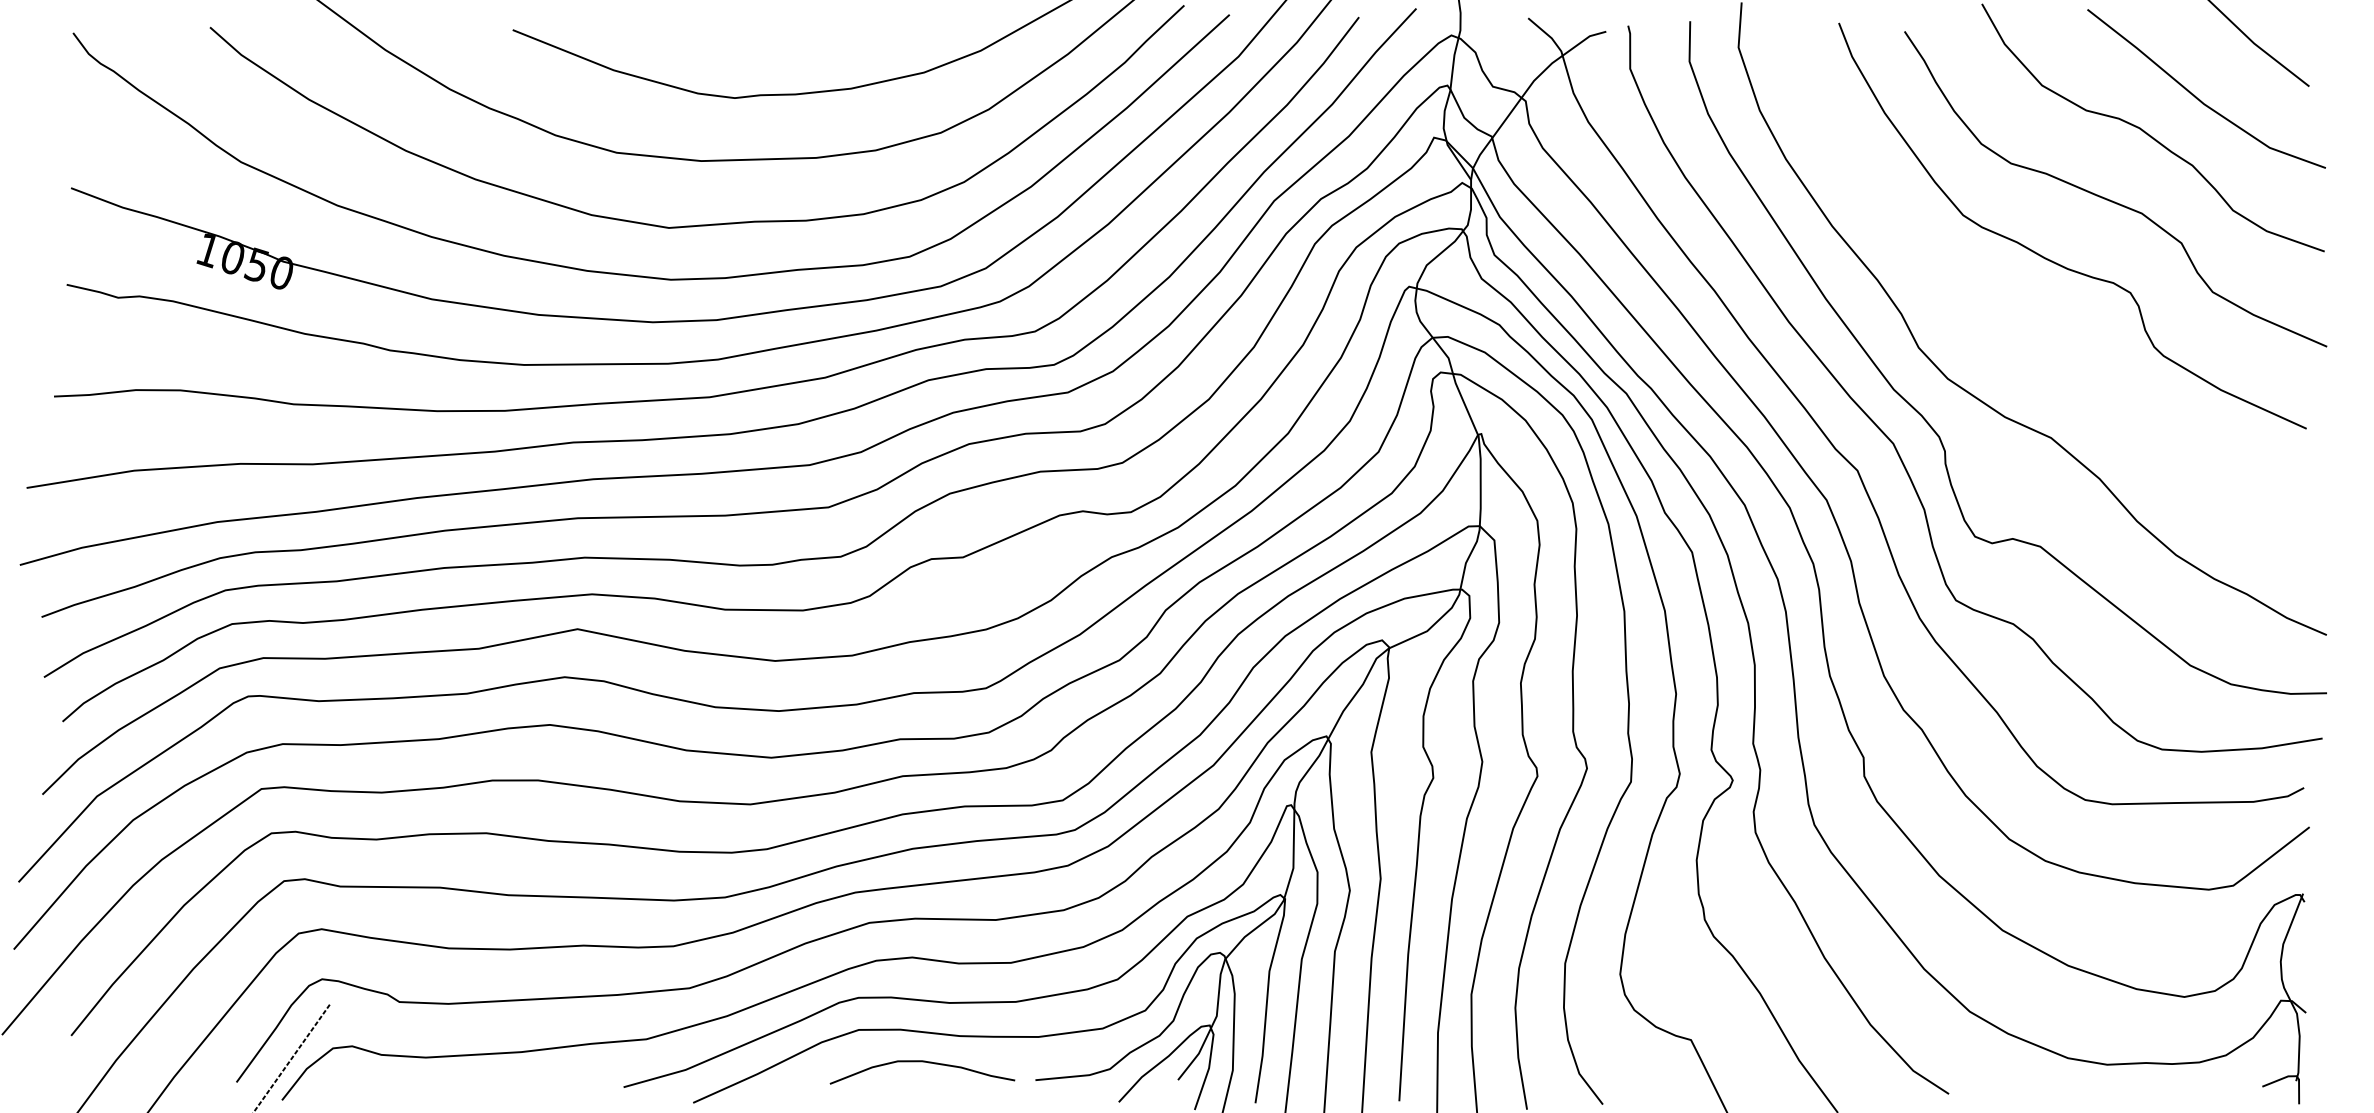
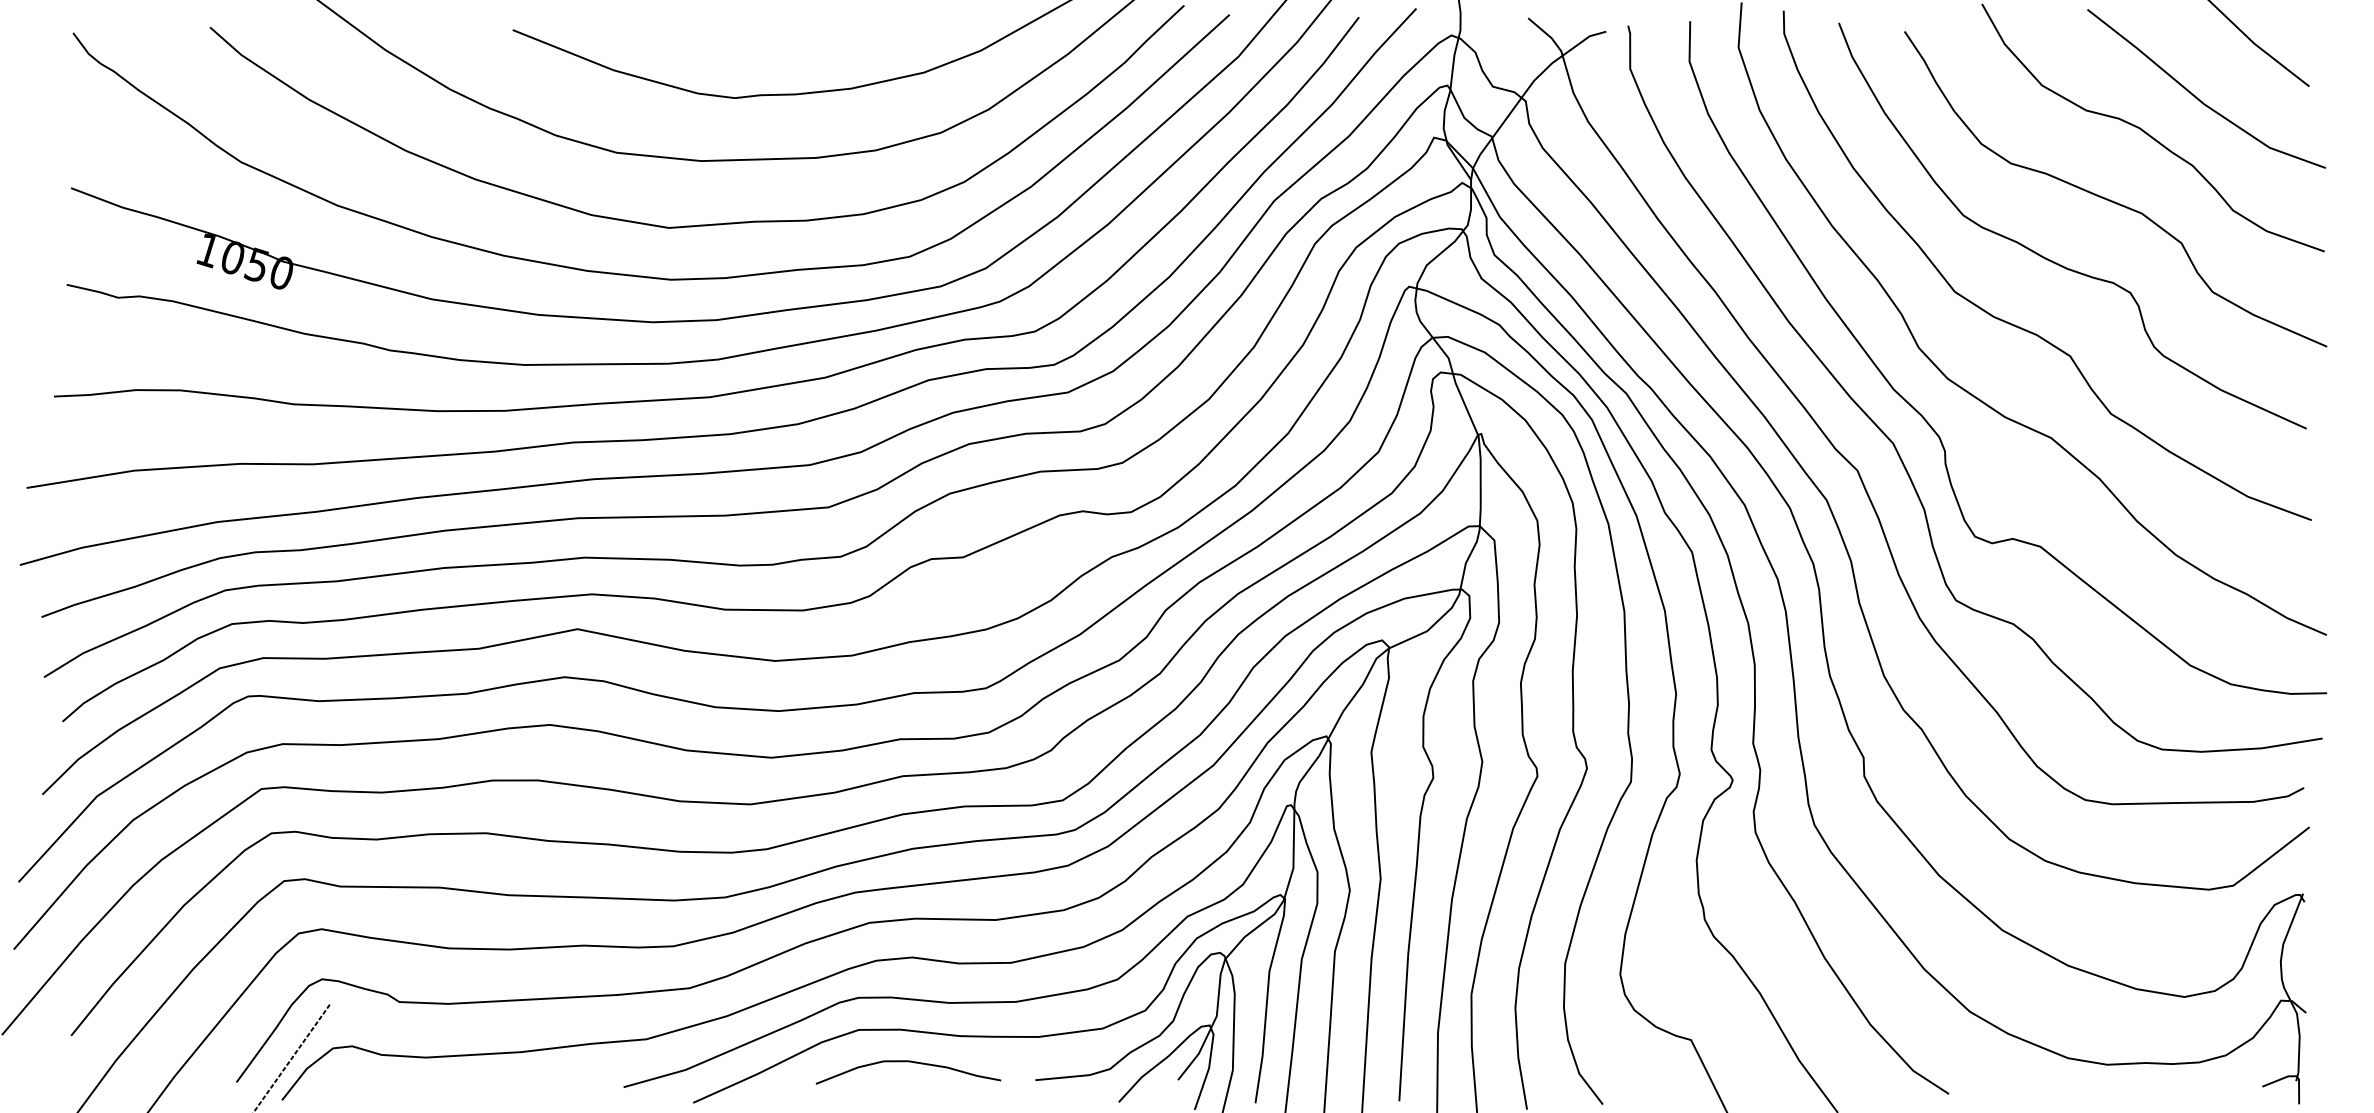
curve at (2017, 325): none -> present
curve at (922, 1062) position: (922, 1062) -> (908, 1062)
